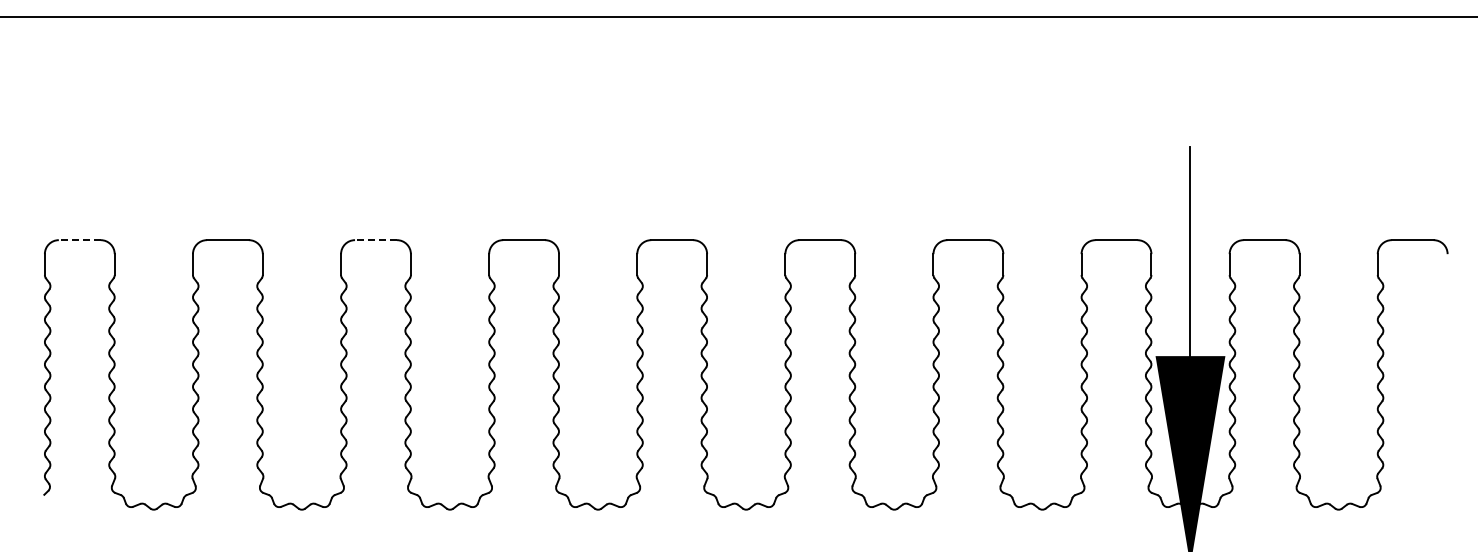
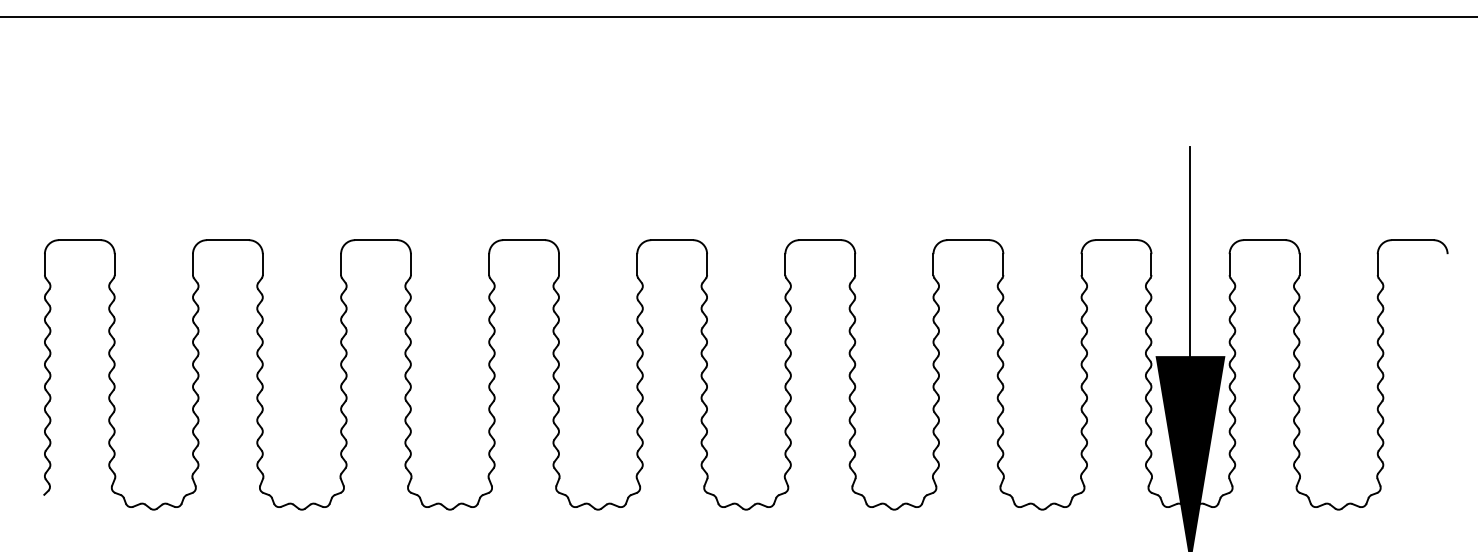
line at (79, 240): dashed -> solid
line at (376, 240): dashed -> solid
